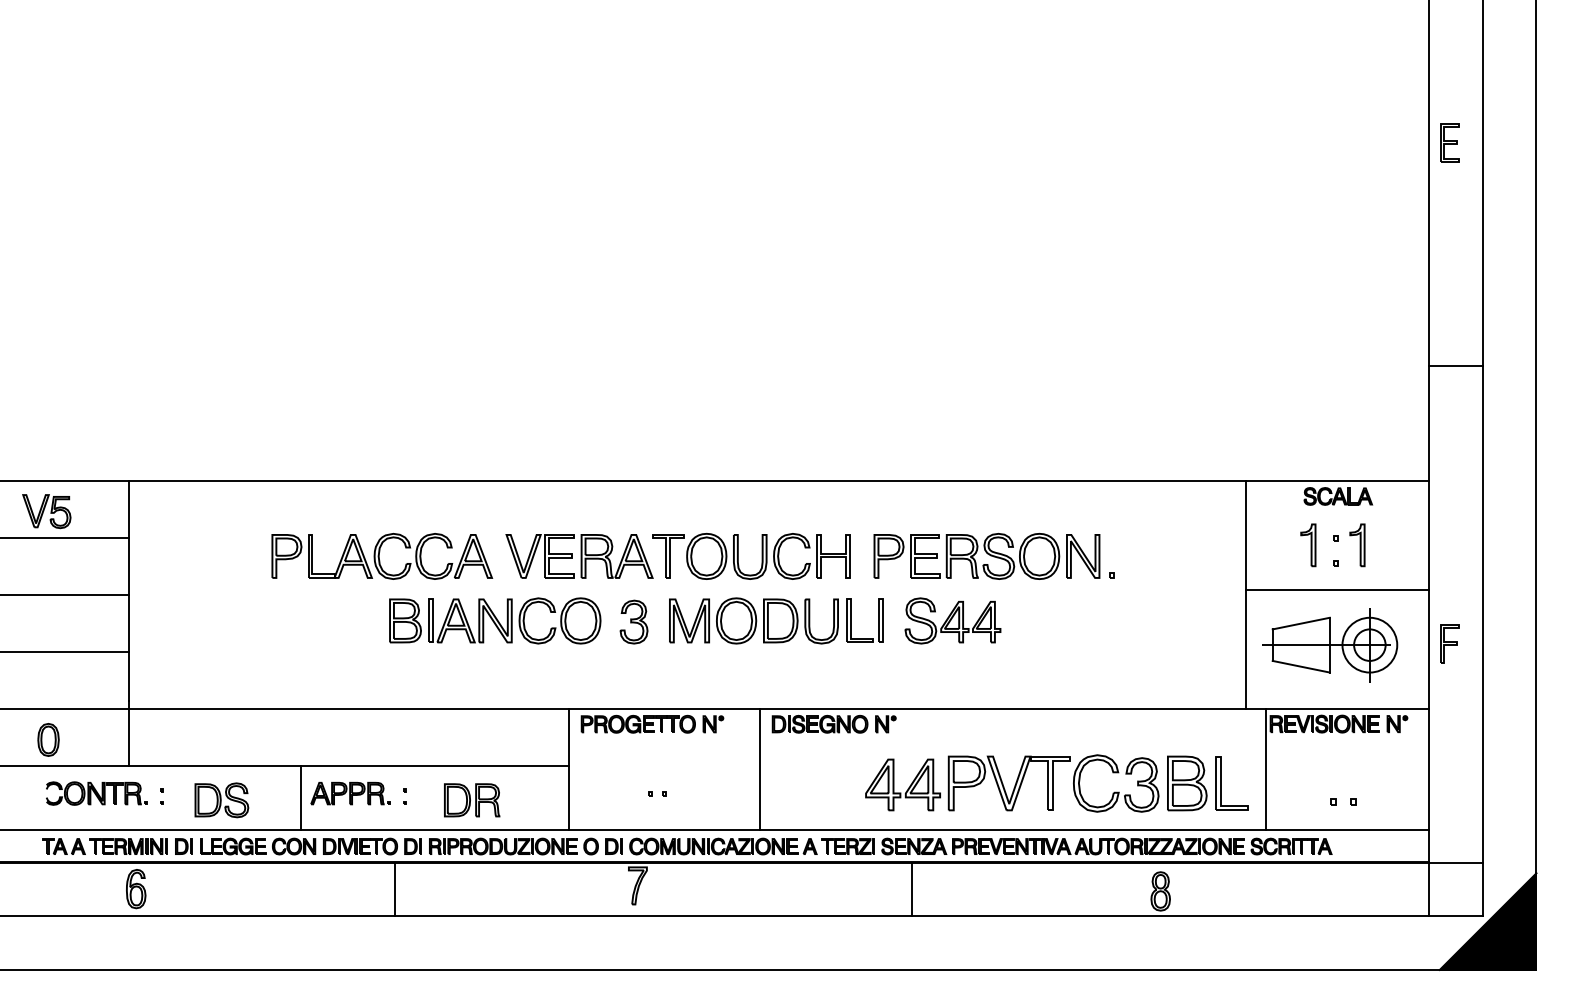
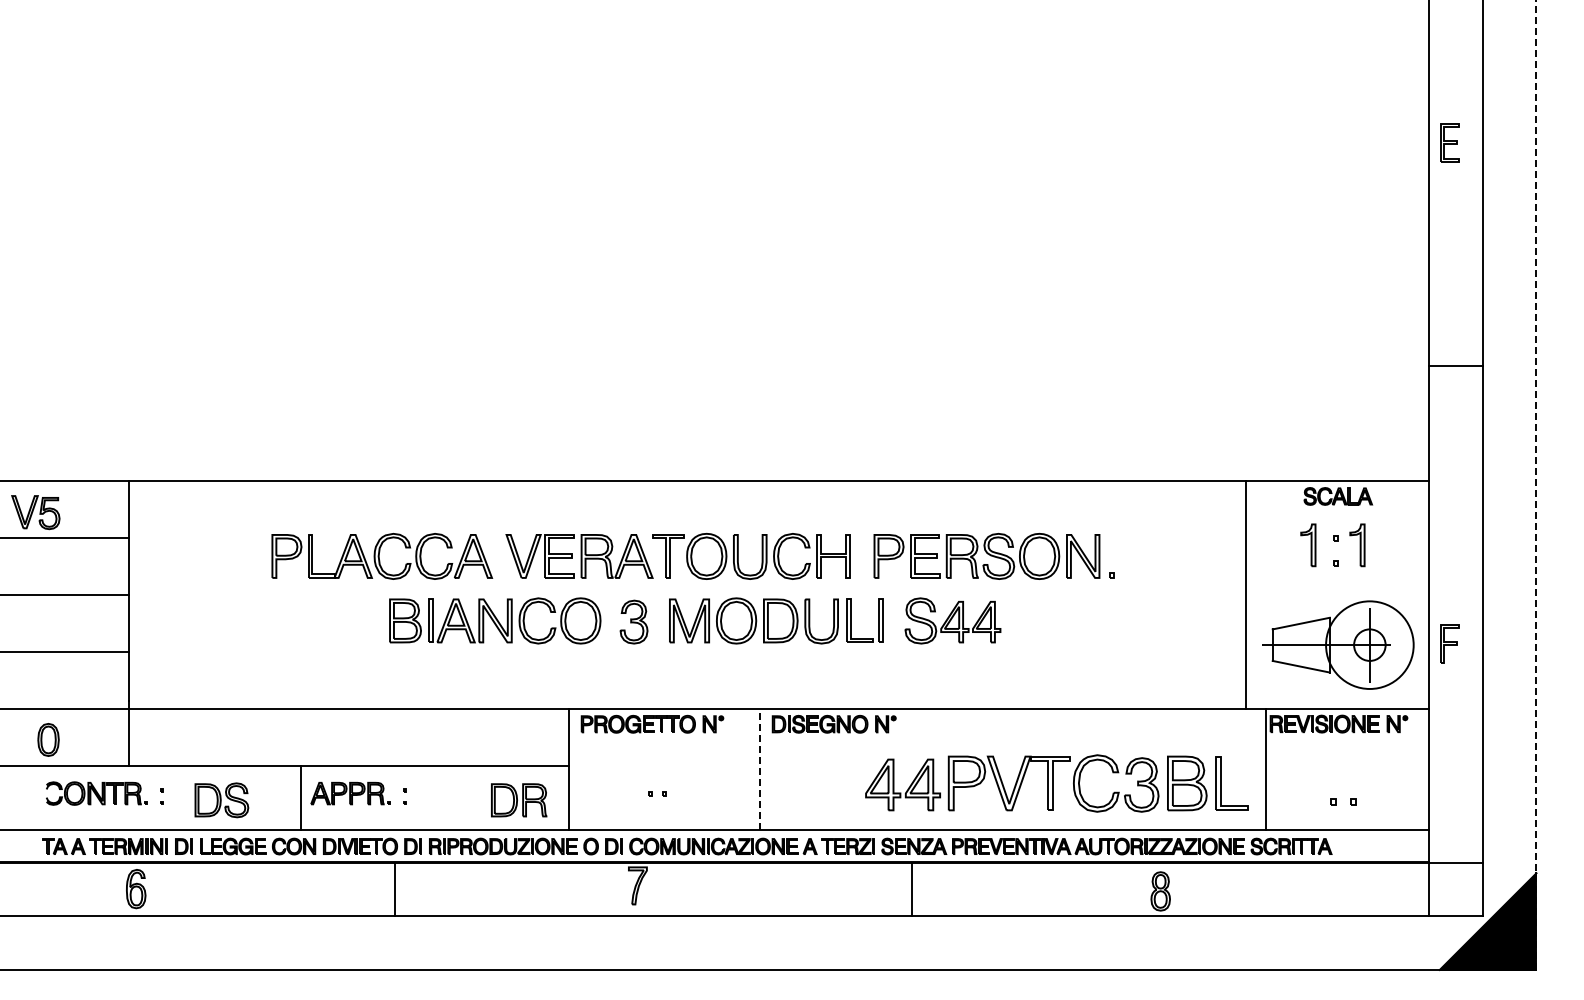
line at (1536, 484): solid -> dashed
part at (46, 511) position: (46, 511) -> (35, 512)
line at (1337, 589): present -> none
circle at (1369, 644) diameter: 55 px -> 88 px
line at (760, 769): solid -> dashed
part at (472, 800) position: (472, 800) -> (519, 800)
